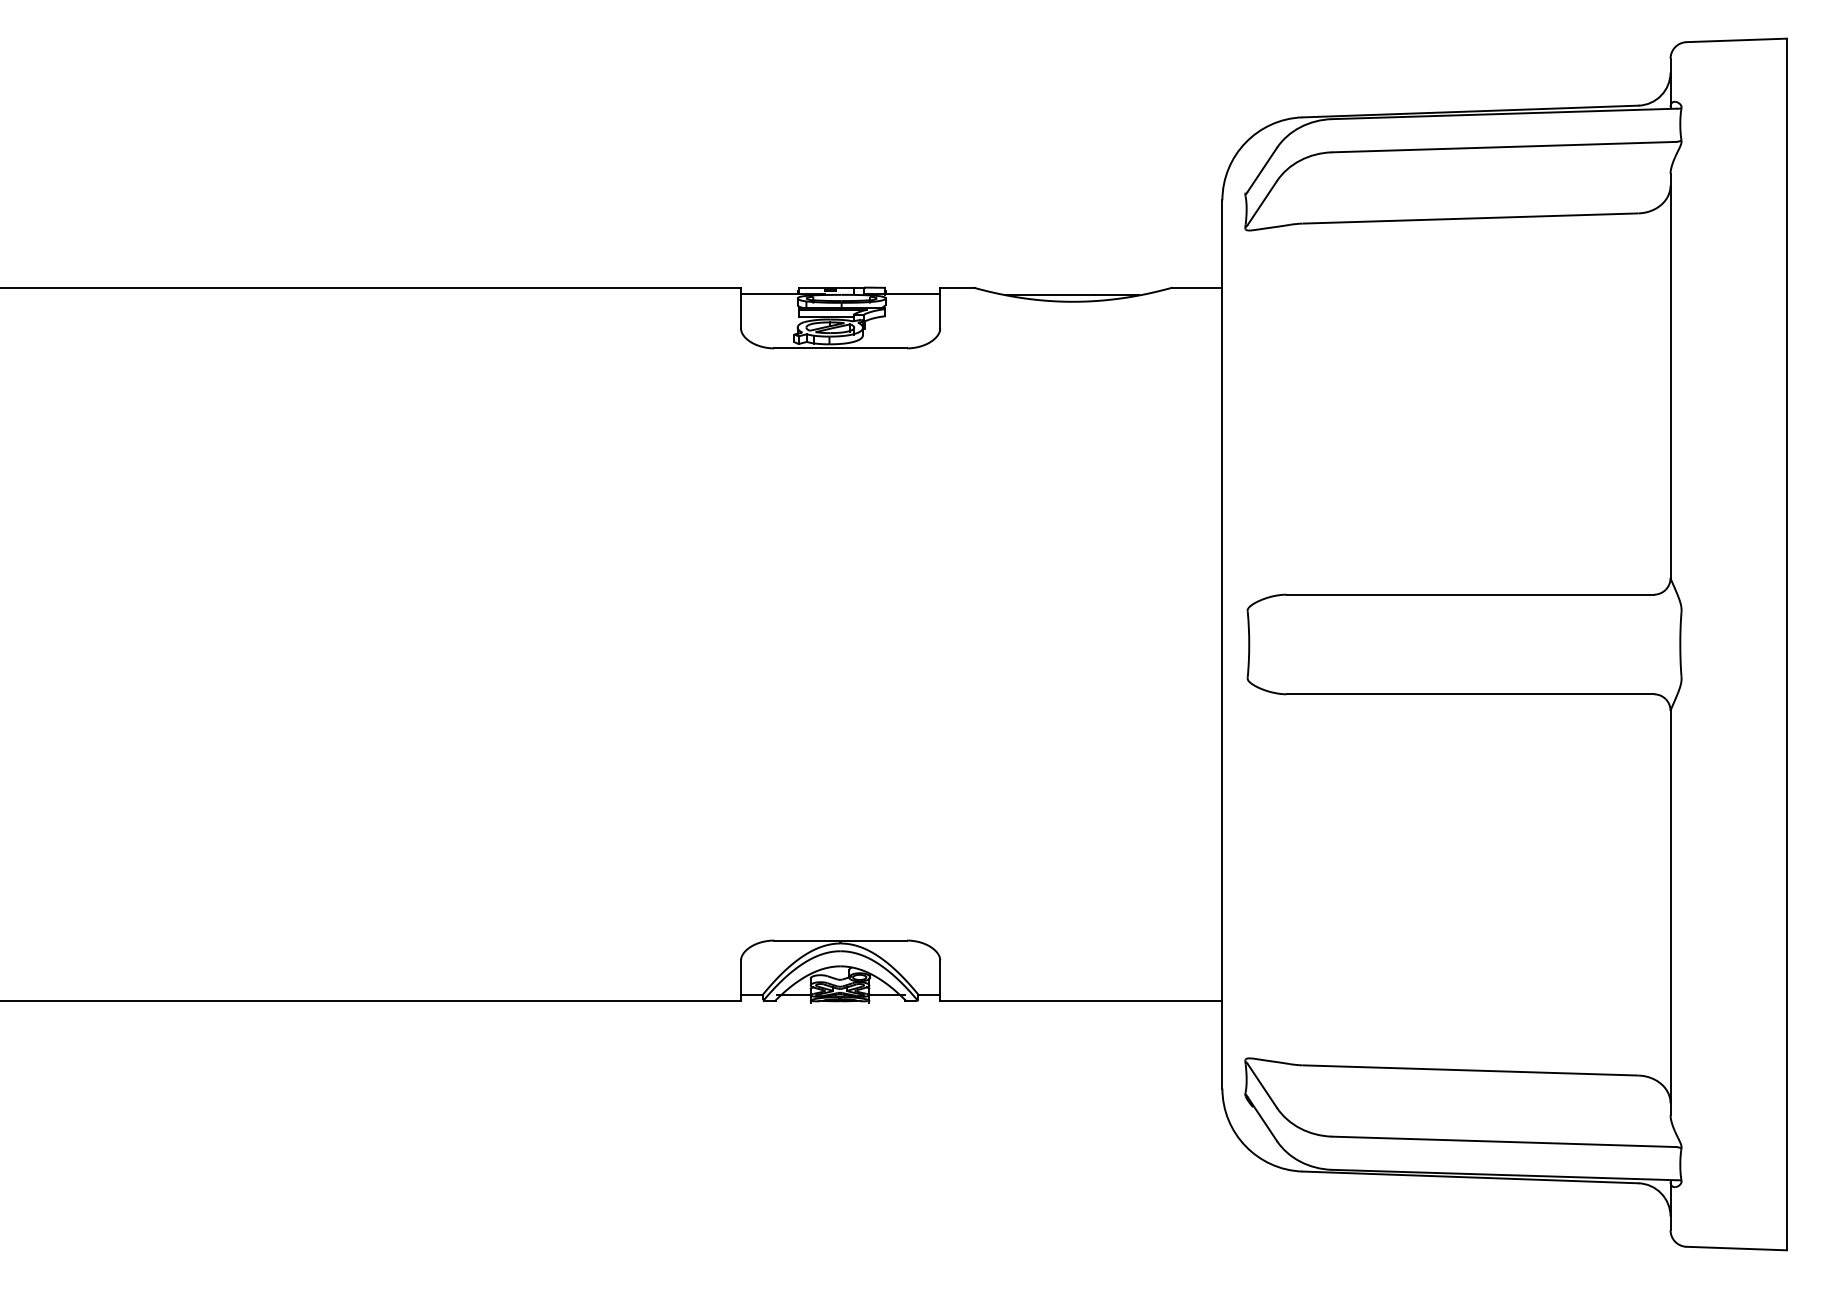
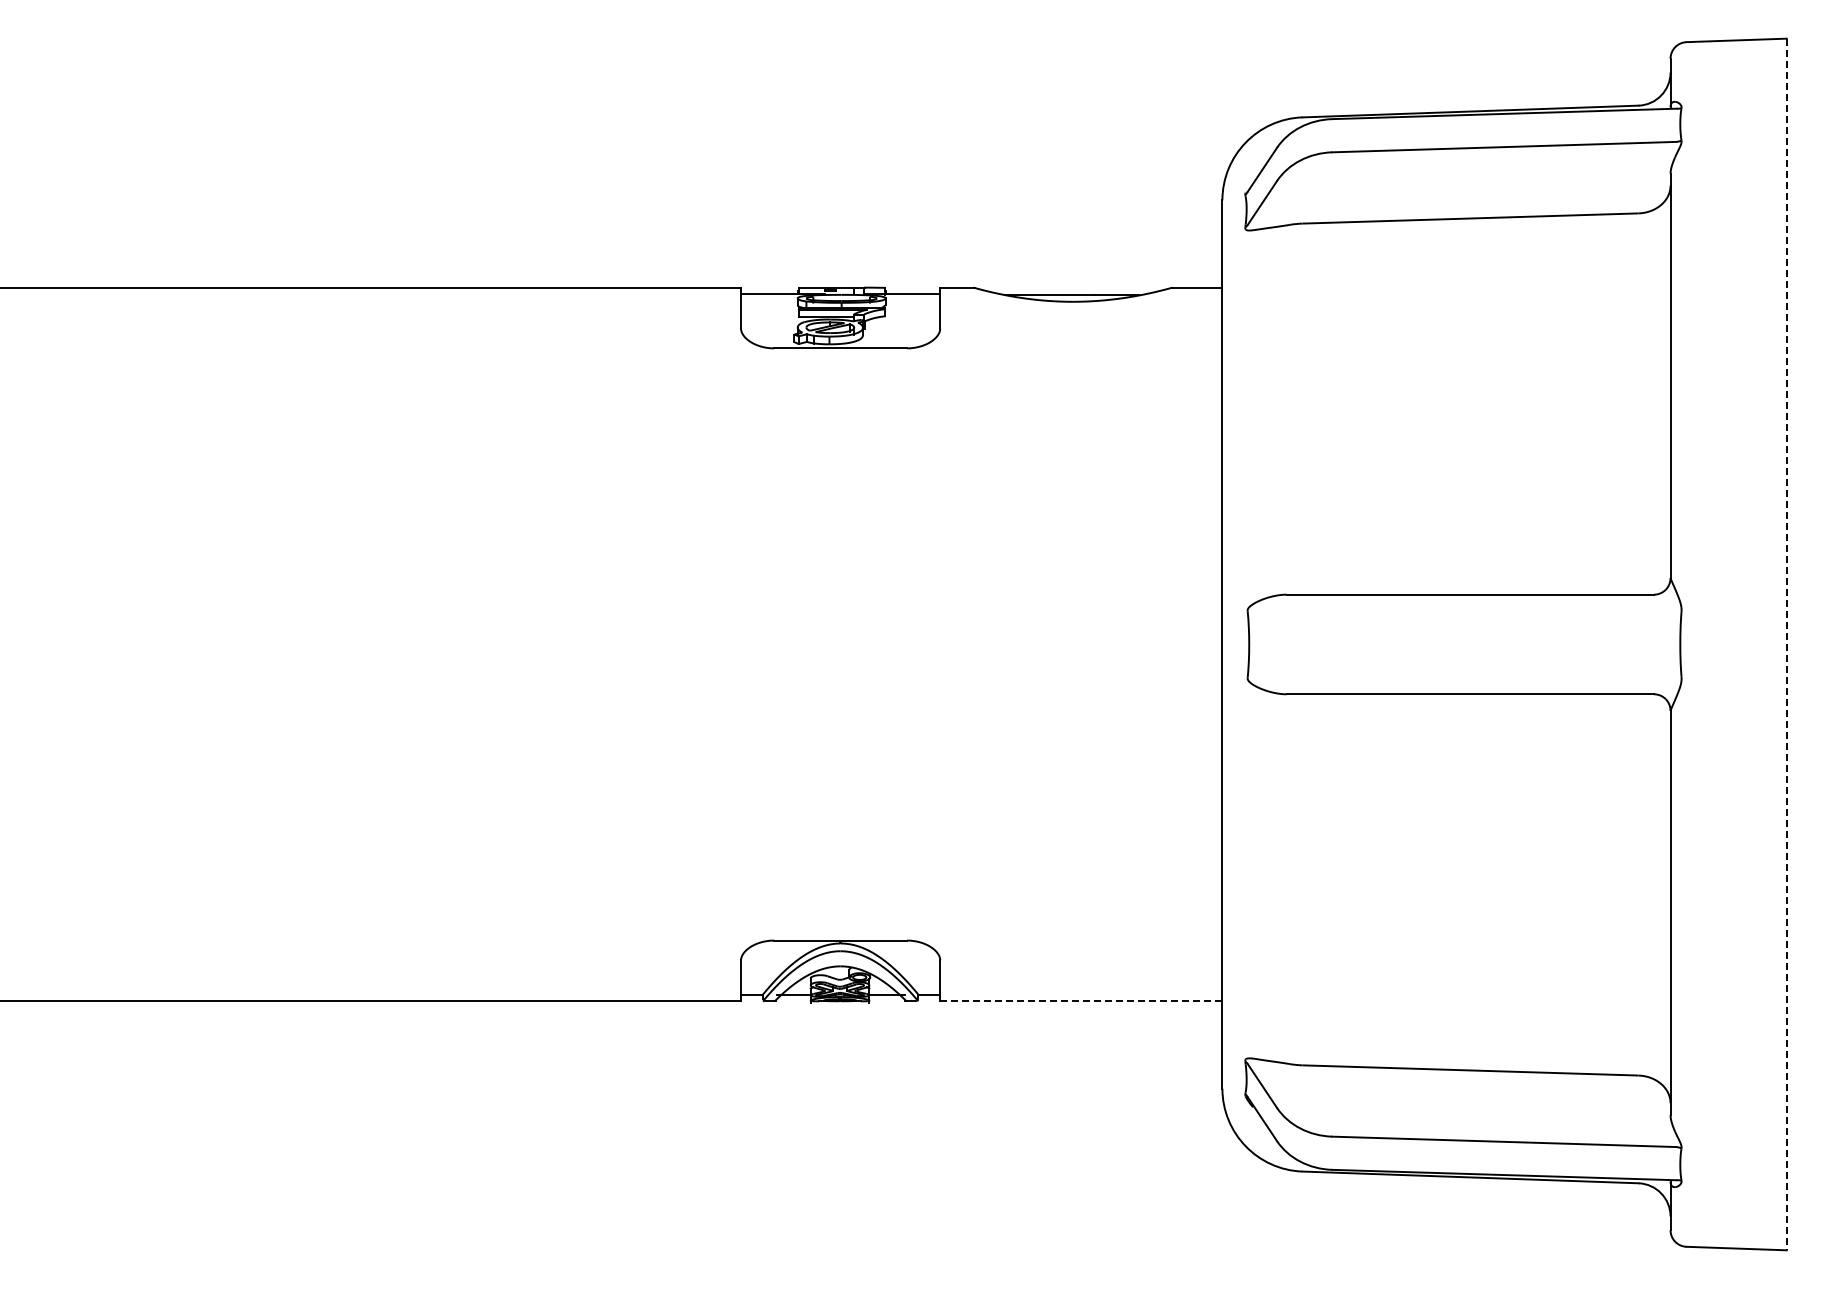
line at (1786, 644): solid -> dashed
line at (1080, 1001): solid -> dashed
